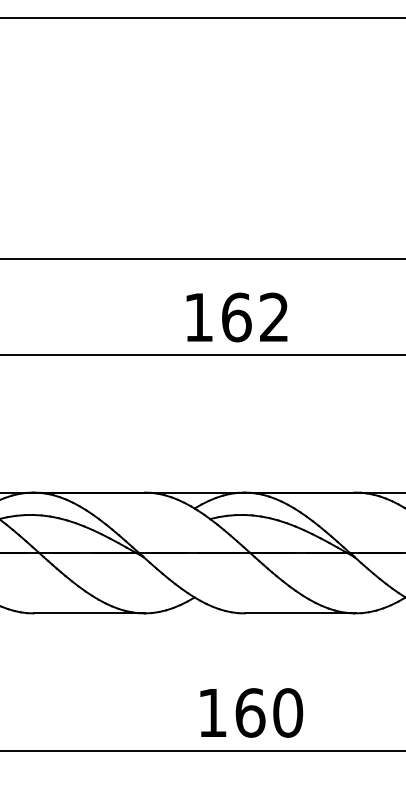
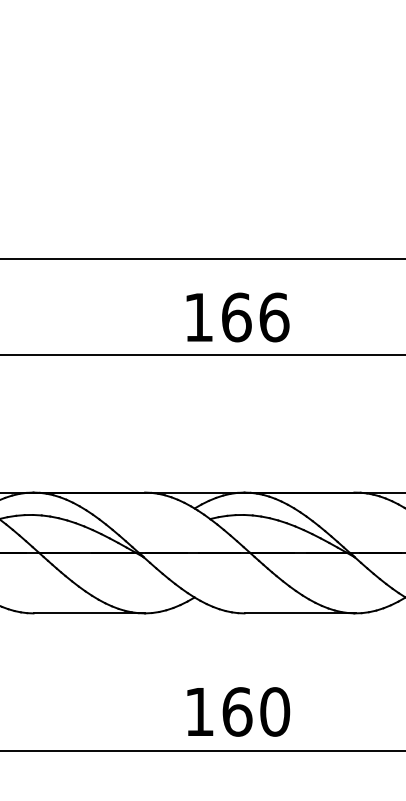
line at (202, 18): present -> none
text at (274, 317): 162 -> 166
text at (251, 712) position: (251, 712) -> (238, 711)
